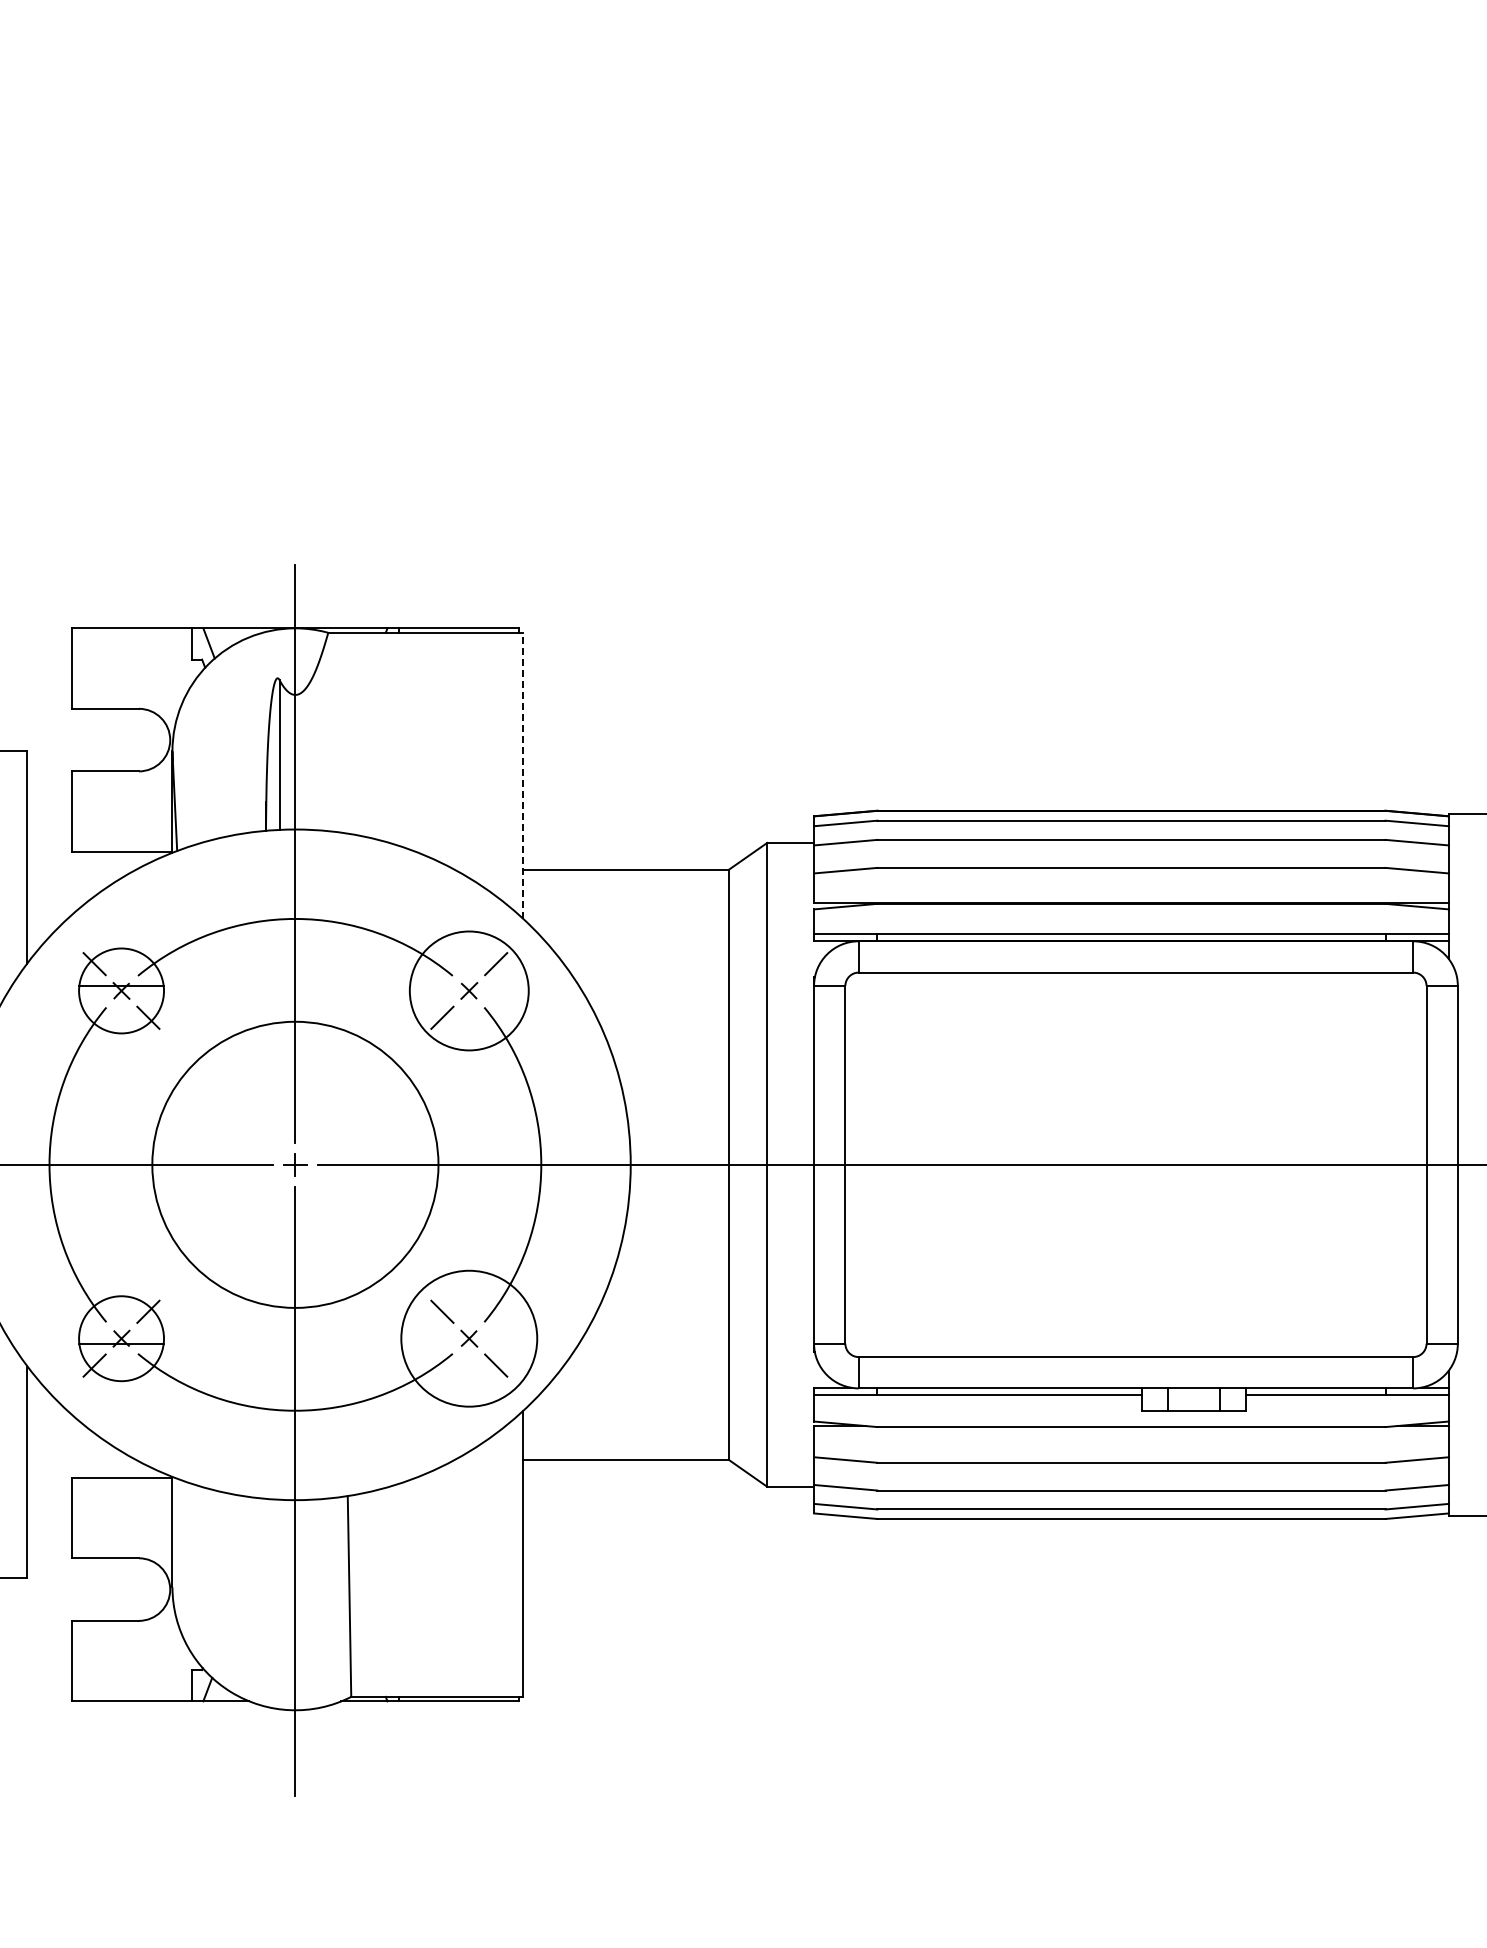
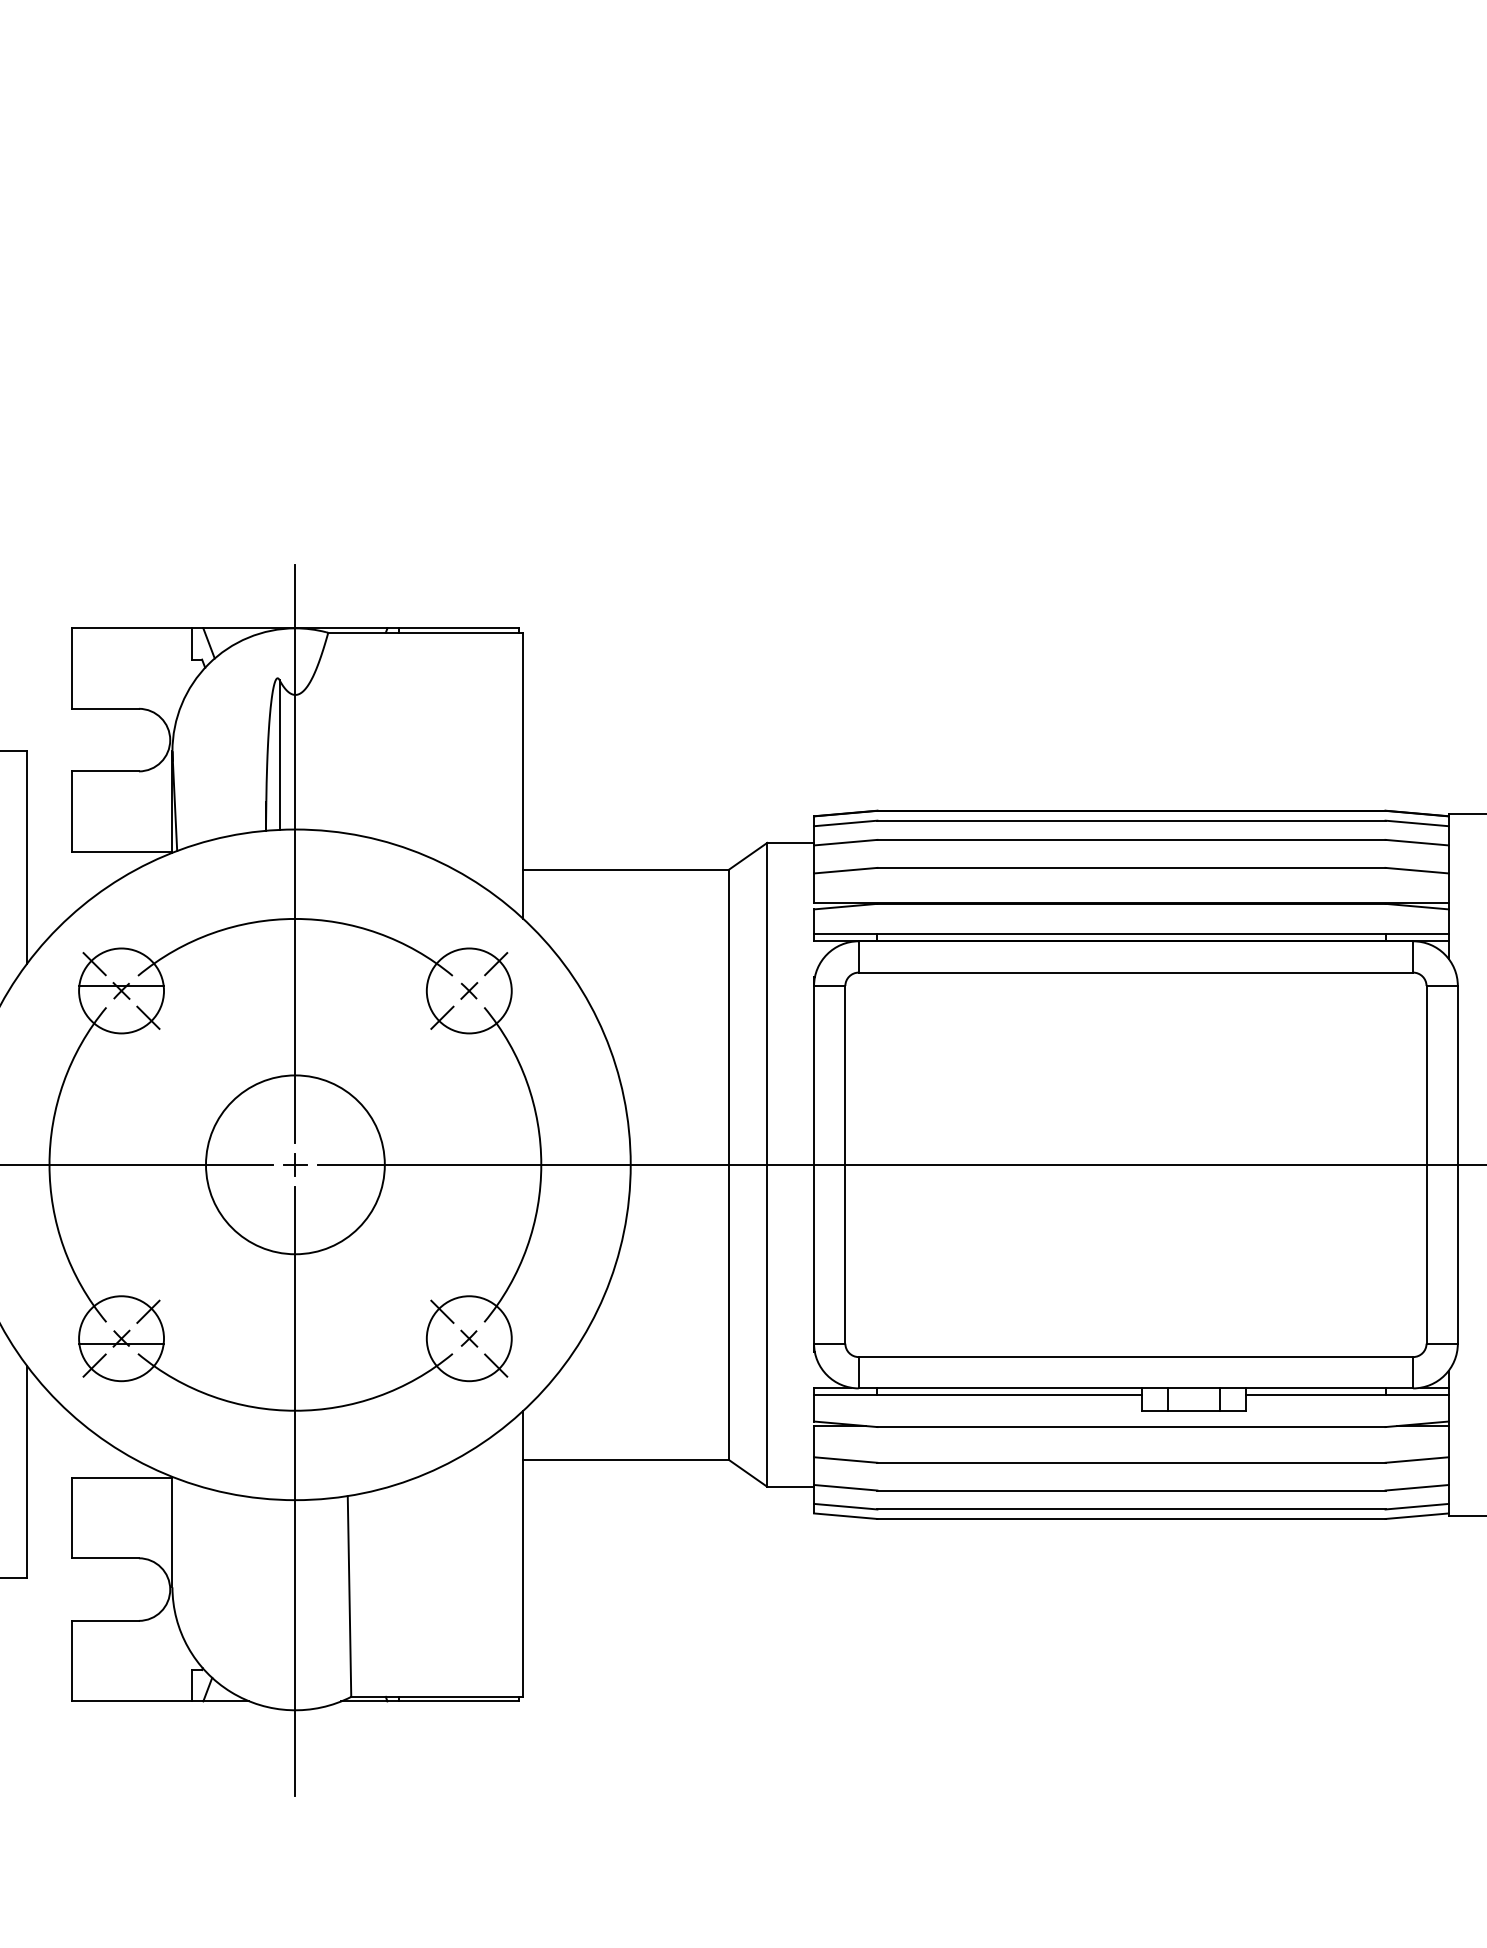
line at (523, 775): dashed -> solid
circle at (468, 990) diameter: 119 px -> 85 px
circle at (295, 1164) diameter: 286 px -> 179 px
circle at (469, 1338) diameter: 136 px -> 85 px
